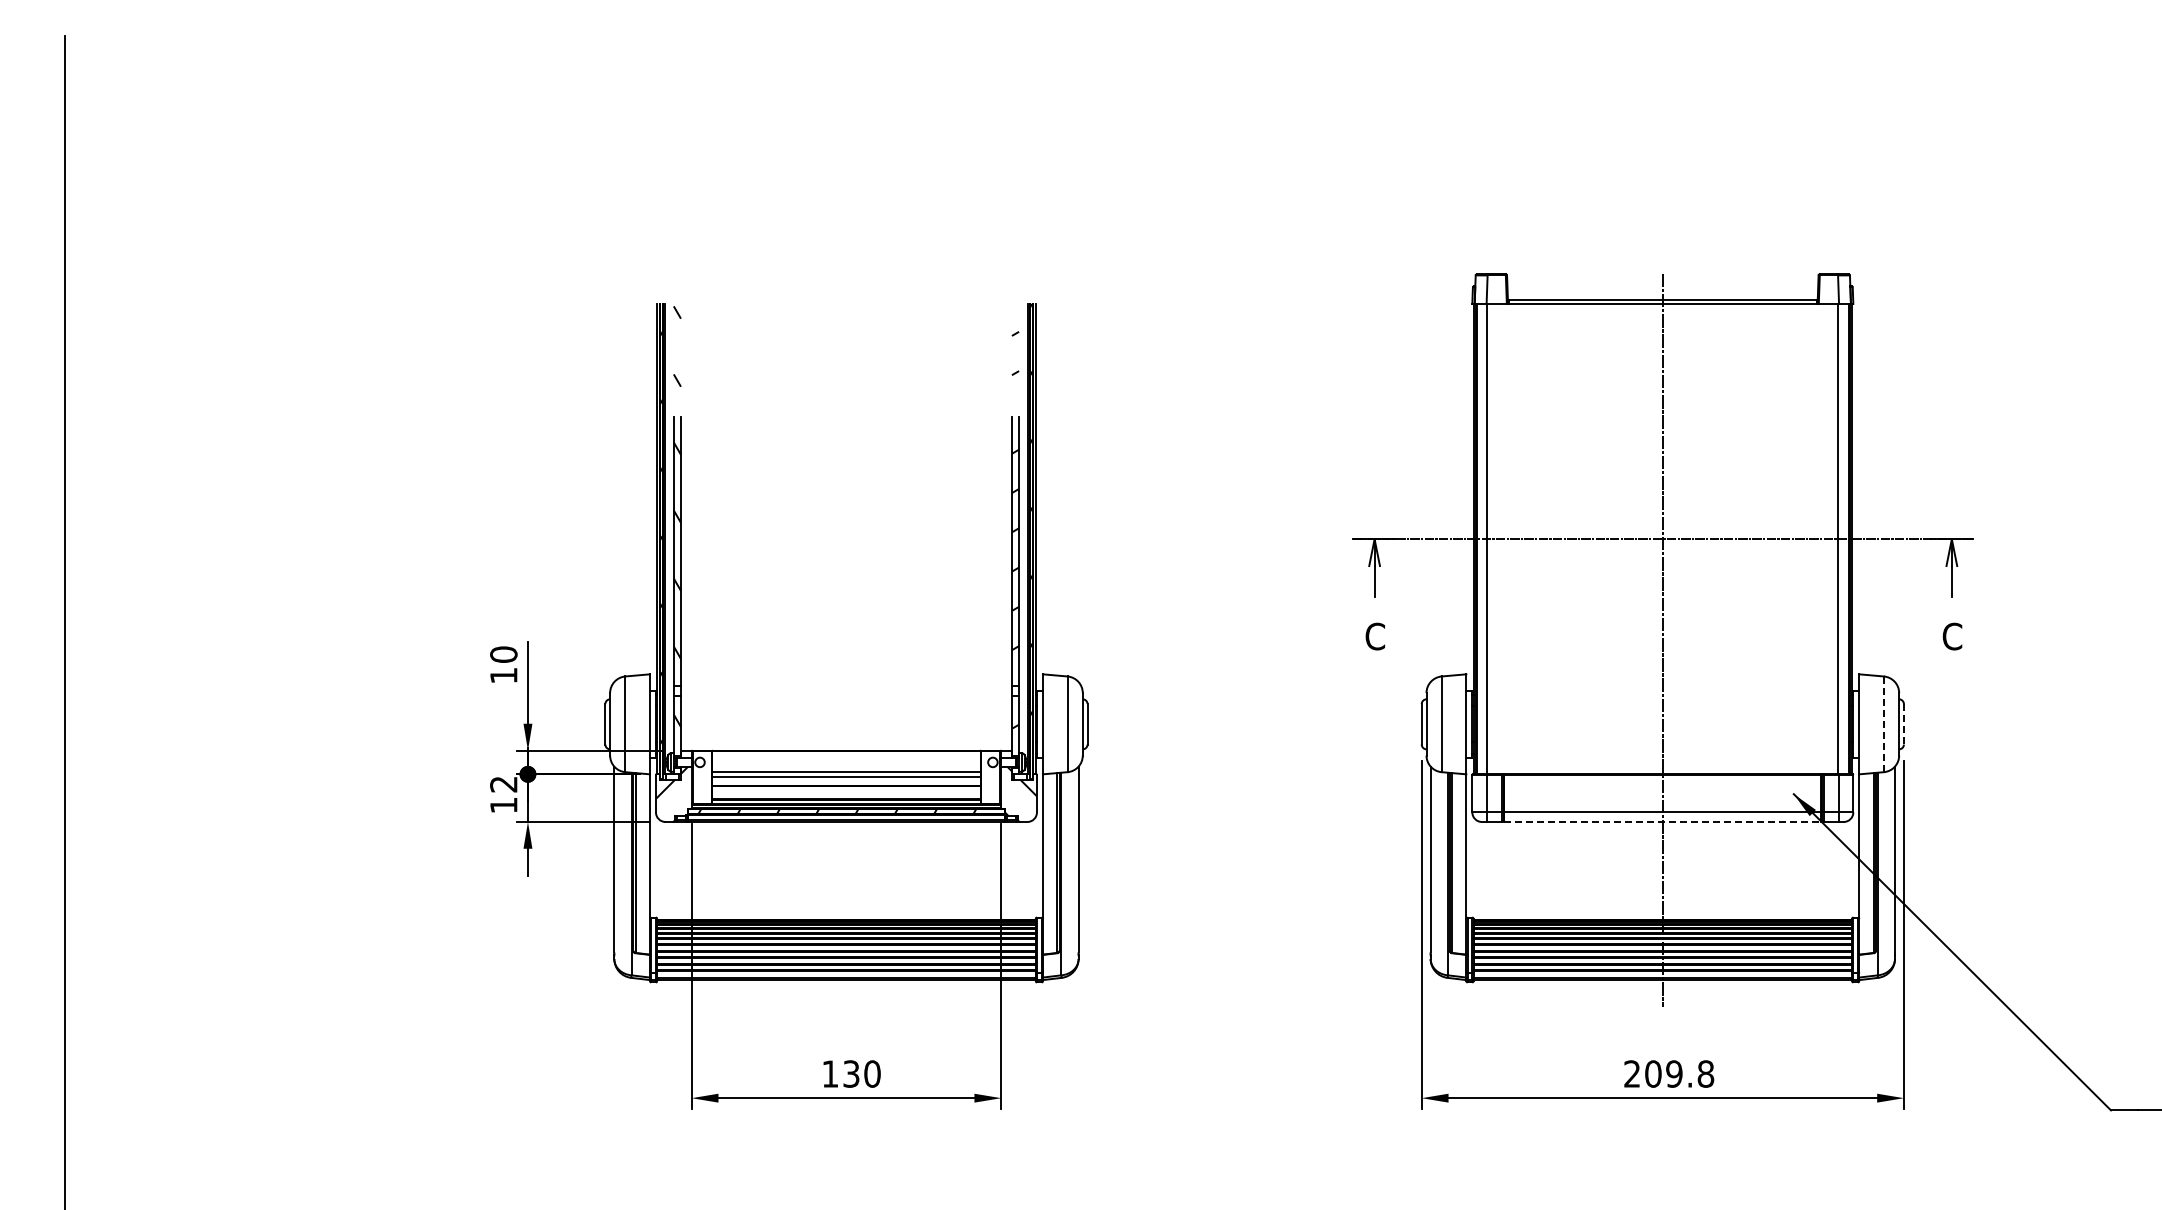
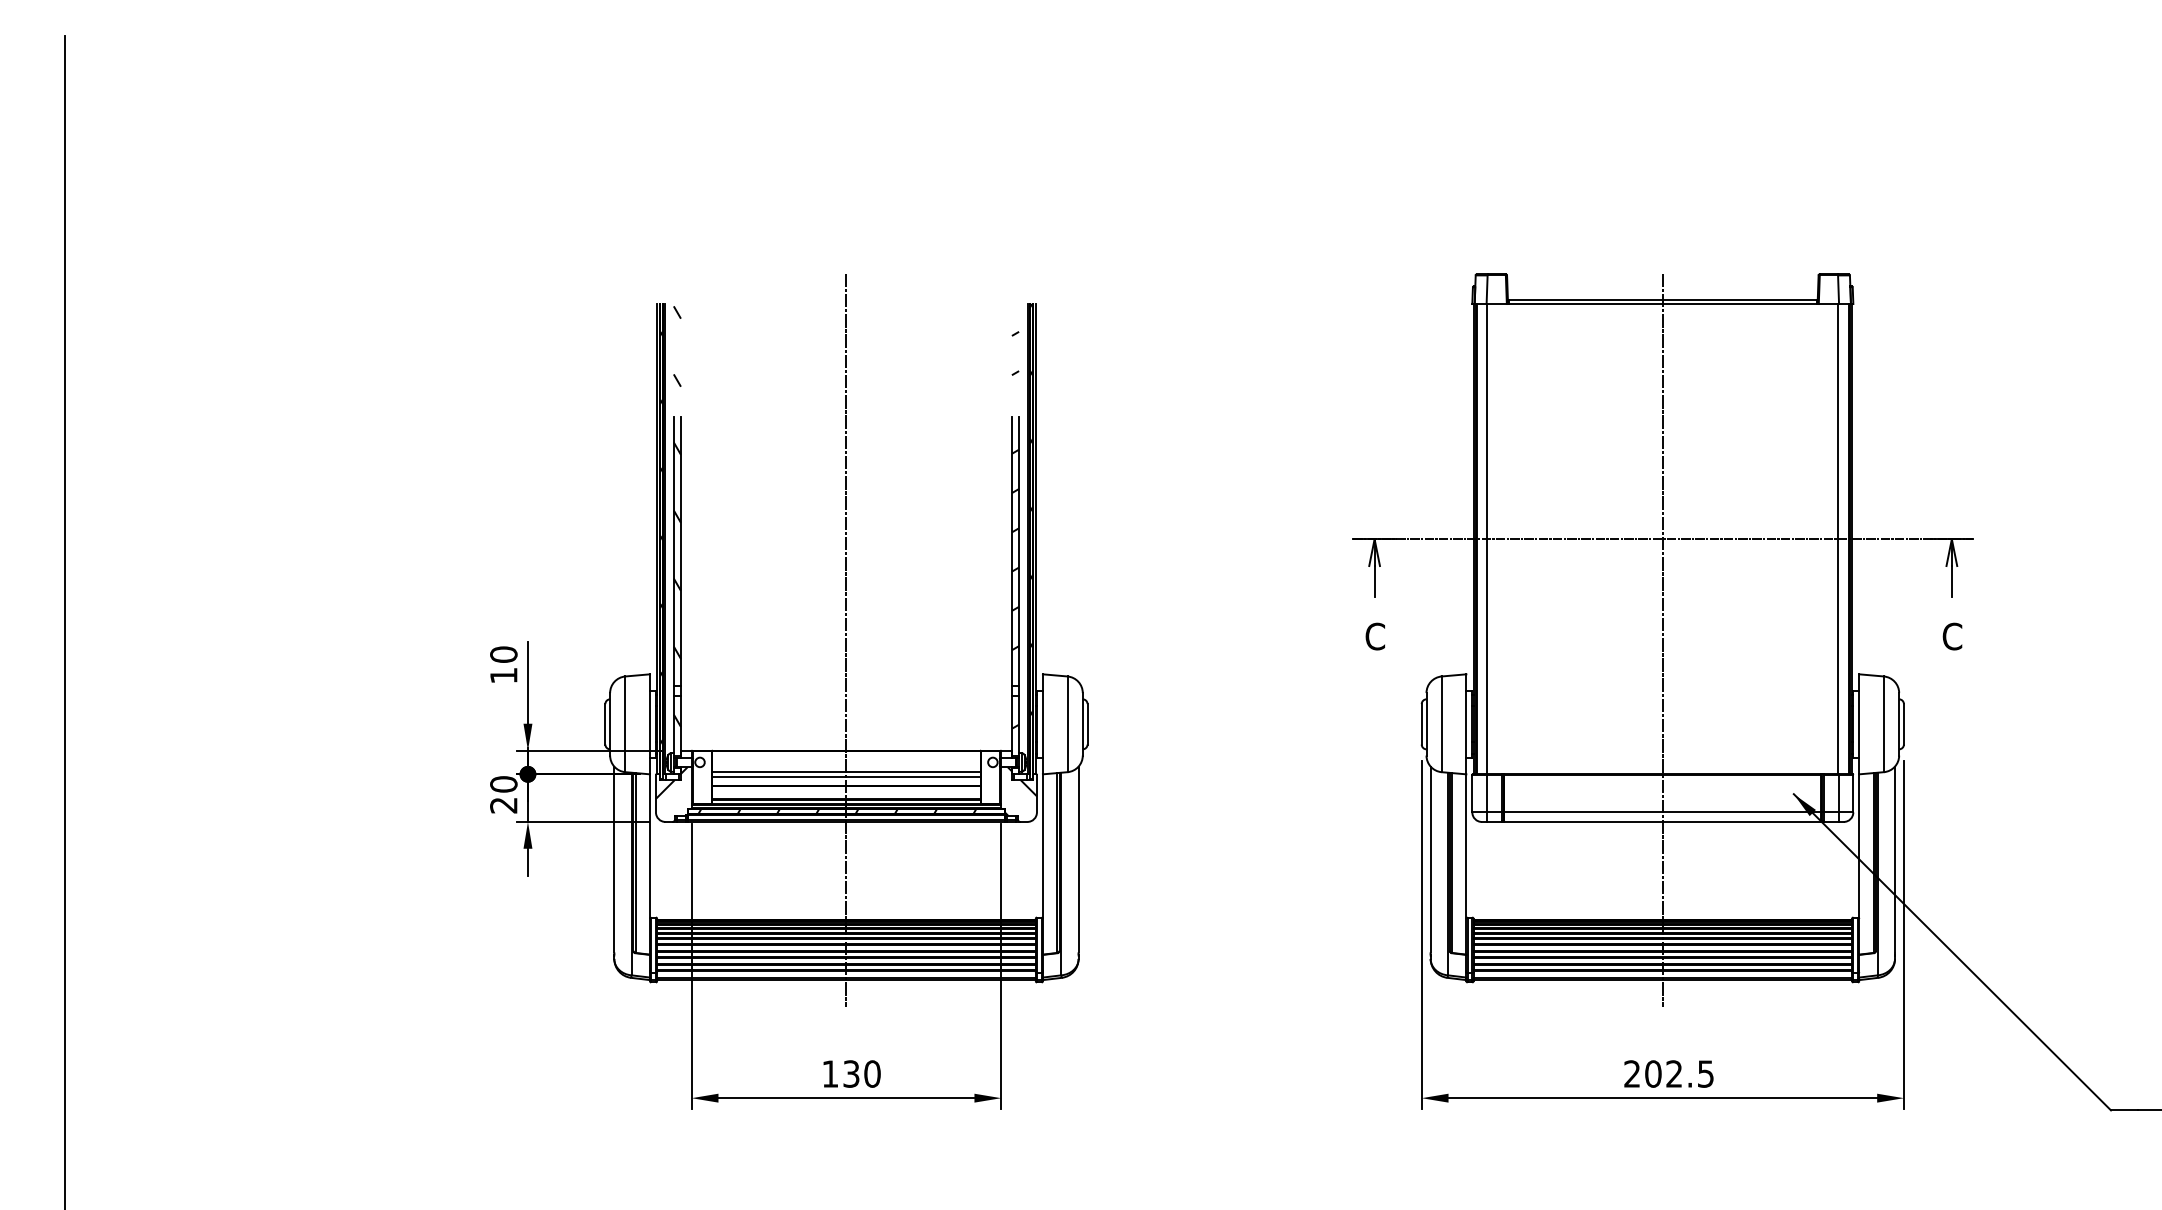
line at (846, 639): none -> present
line at (1883, 724): dashed -> solid
line at (1903, 724): dashed -> solid
text at (503, 794): 12 -> 20
line at (1663, 821): dashed -> solid
text at (1690, 1073): 209.8 -> 202.5
